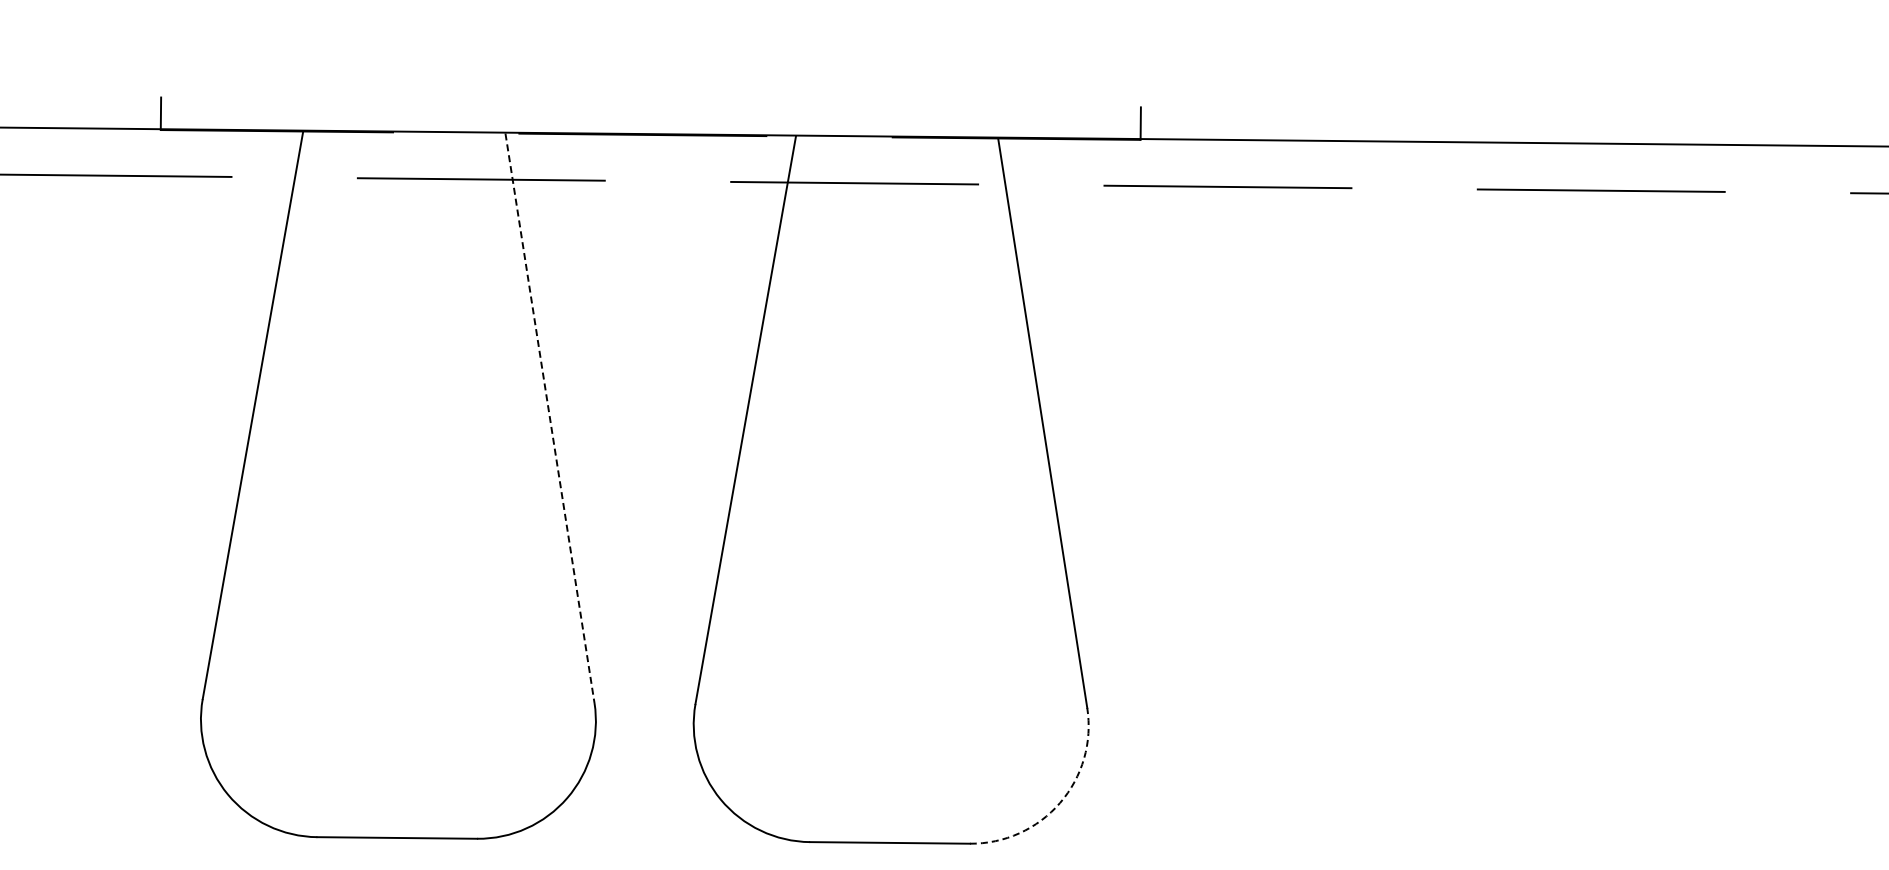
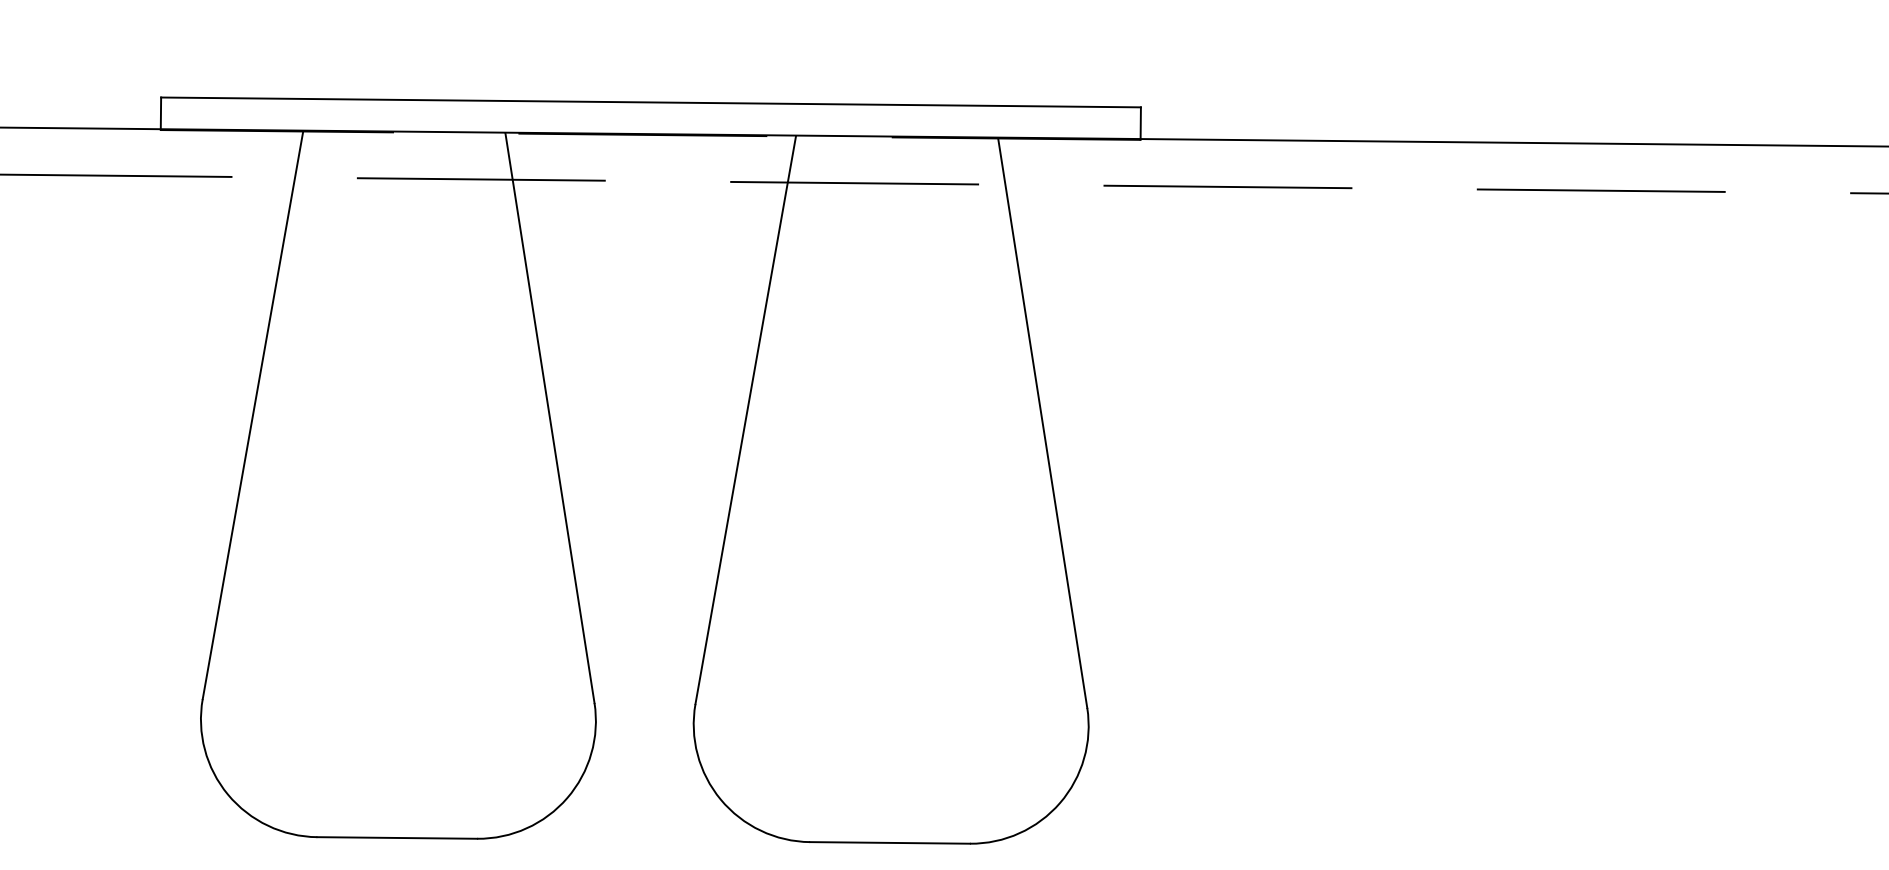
line at (650, 102): none -> present
line at (550, 418): dashed -> solid
arc at (1060, 803): dashed -> solid
